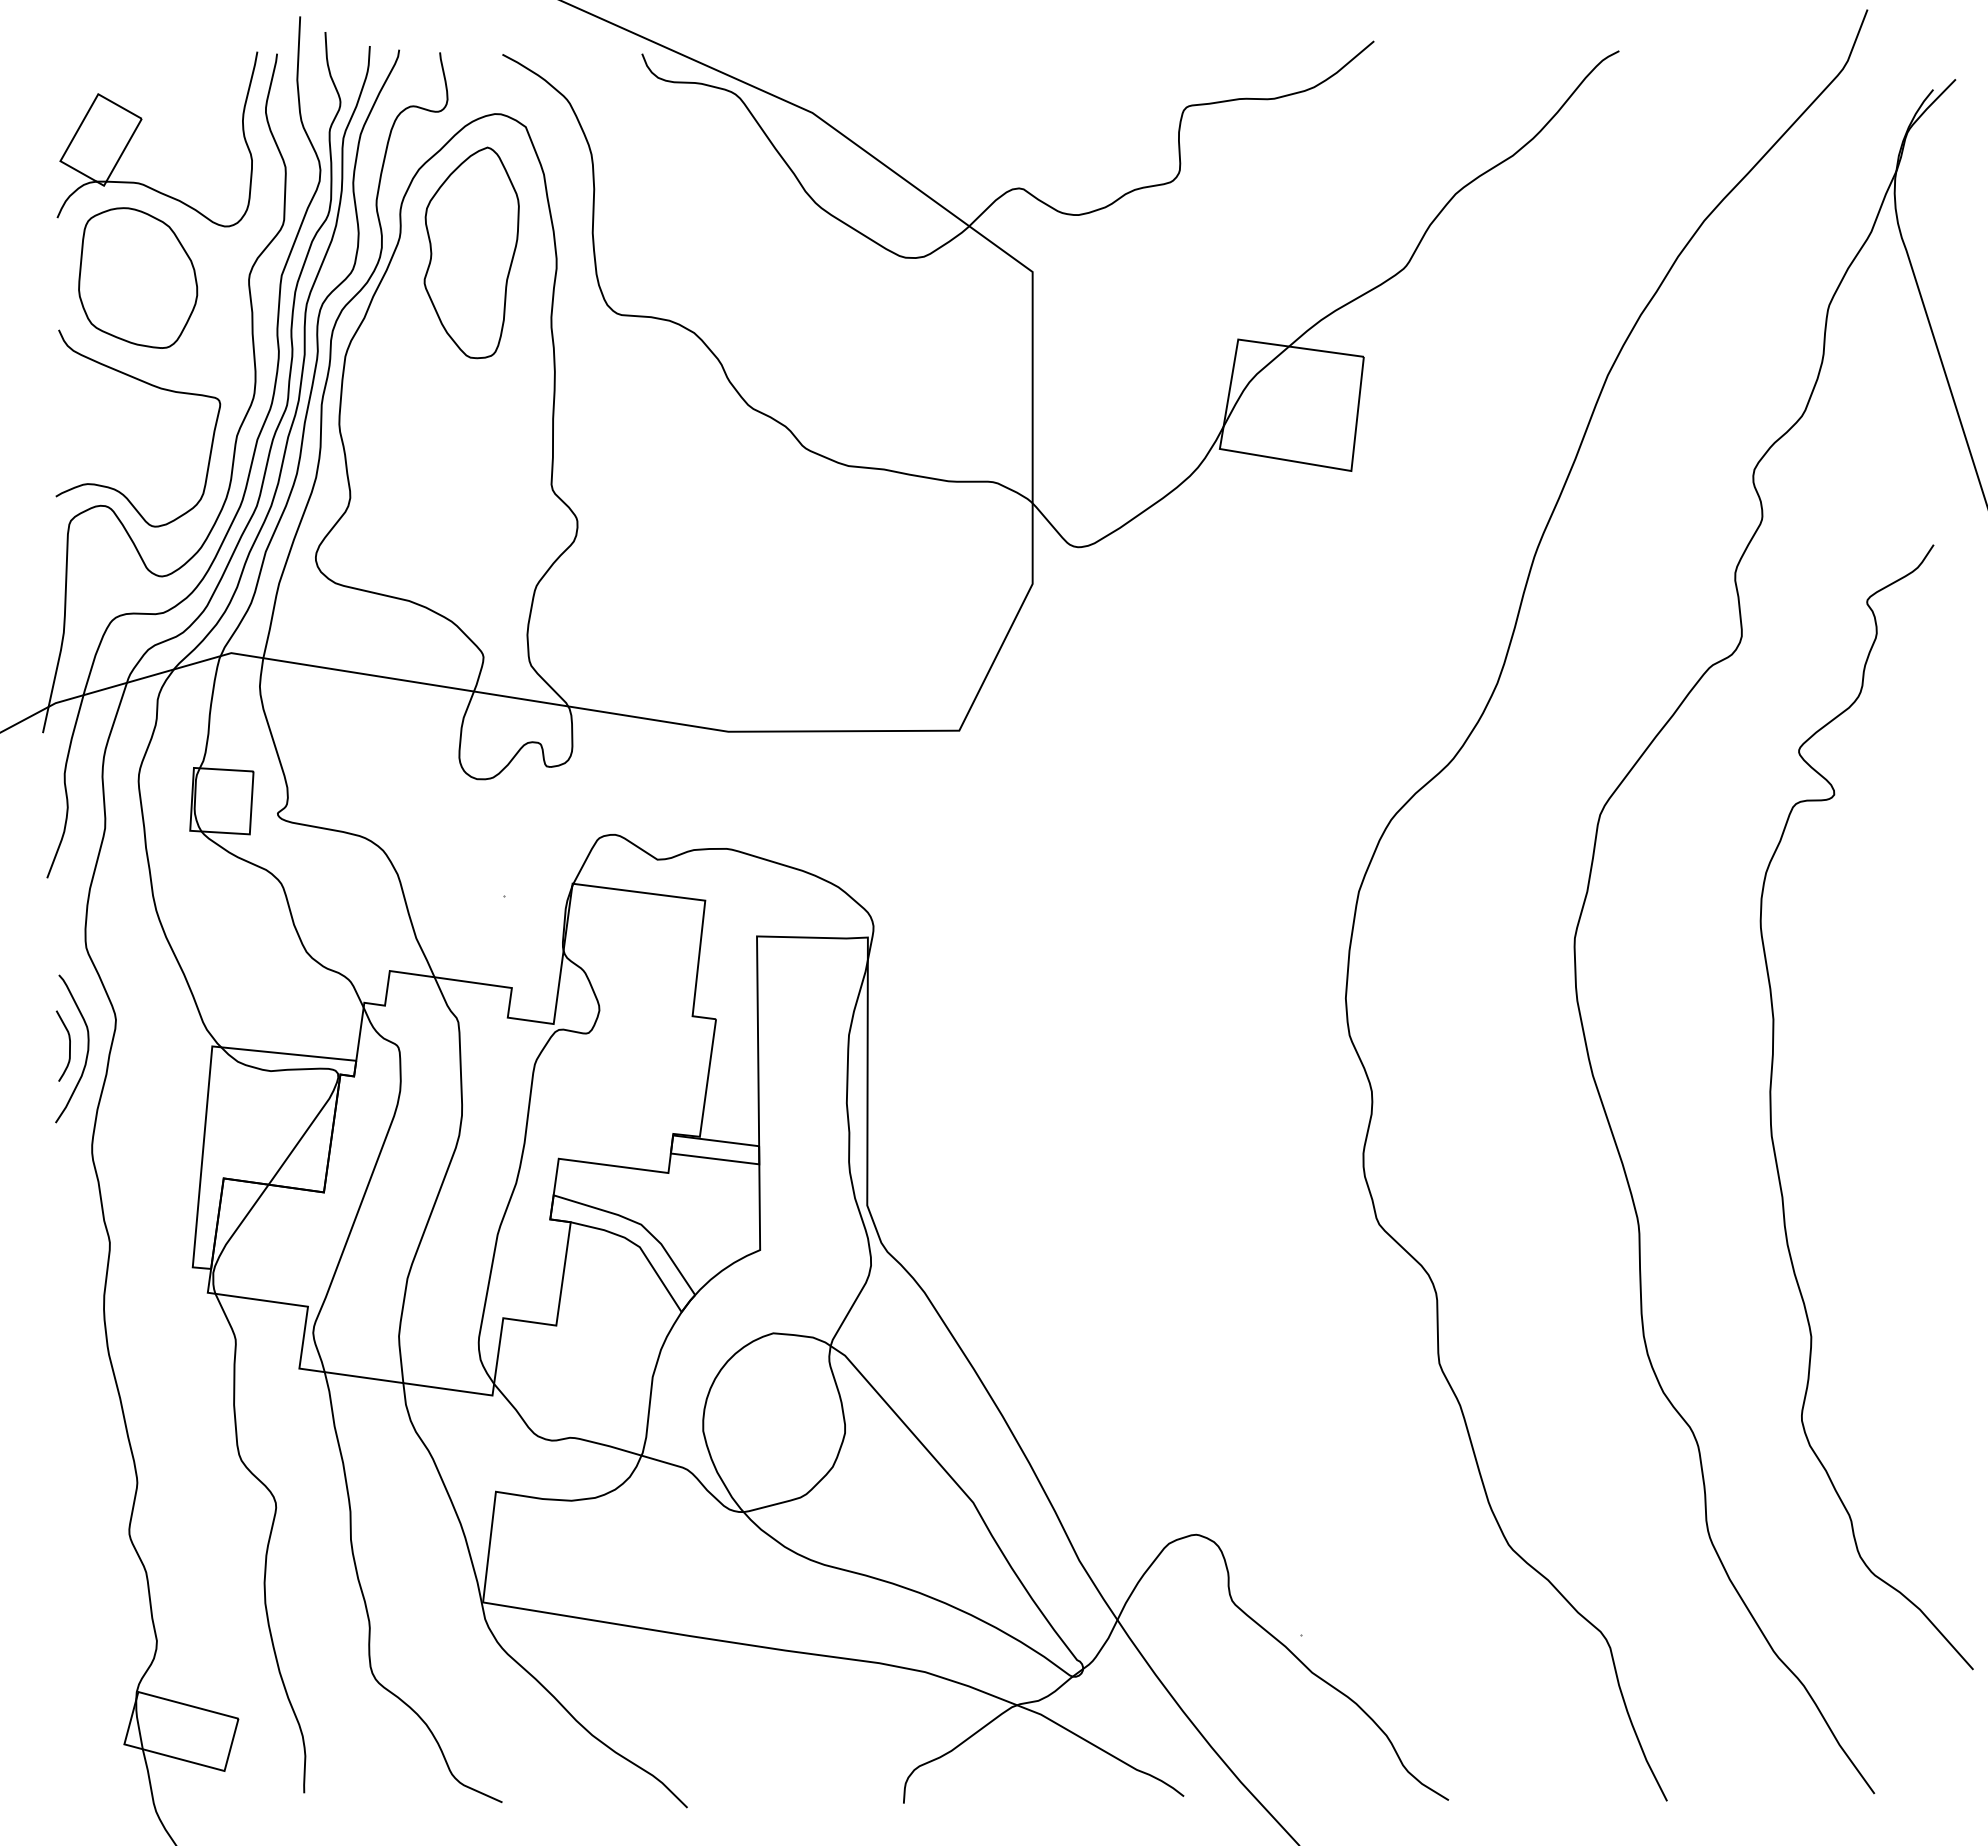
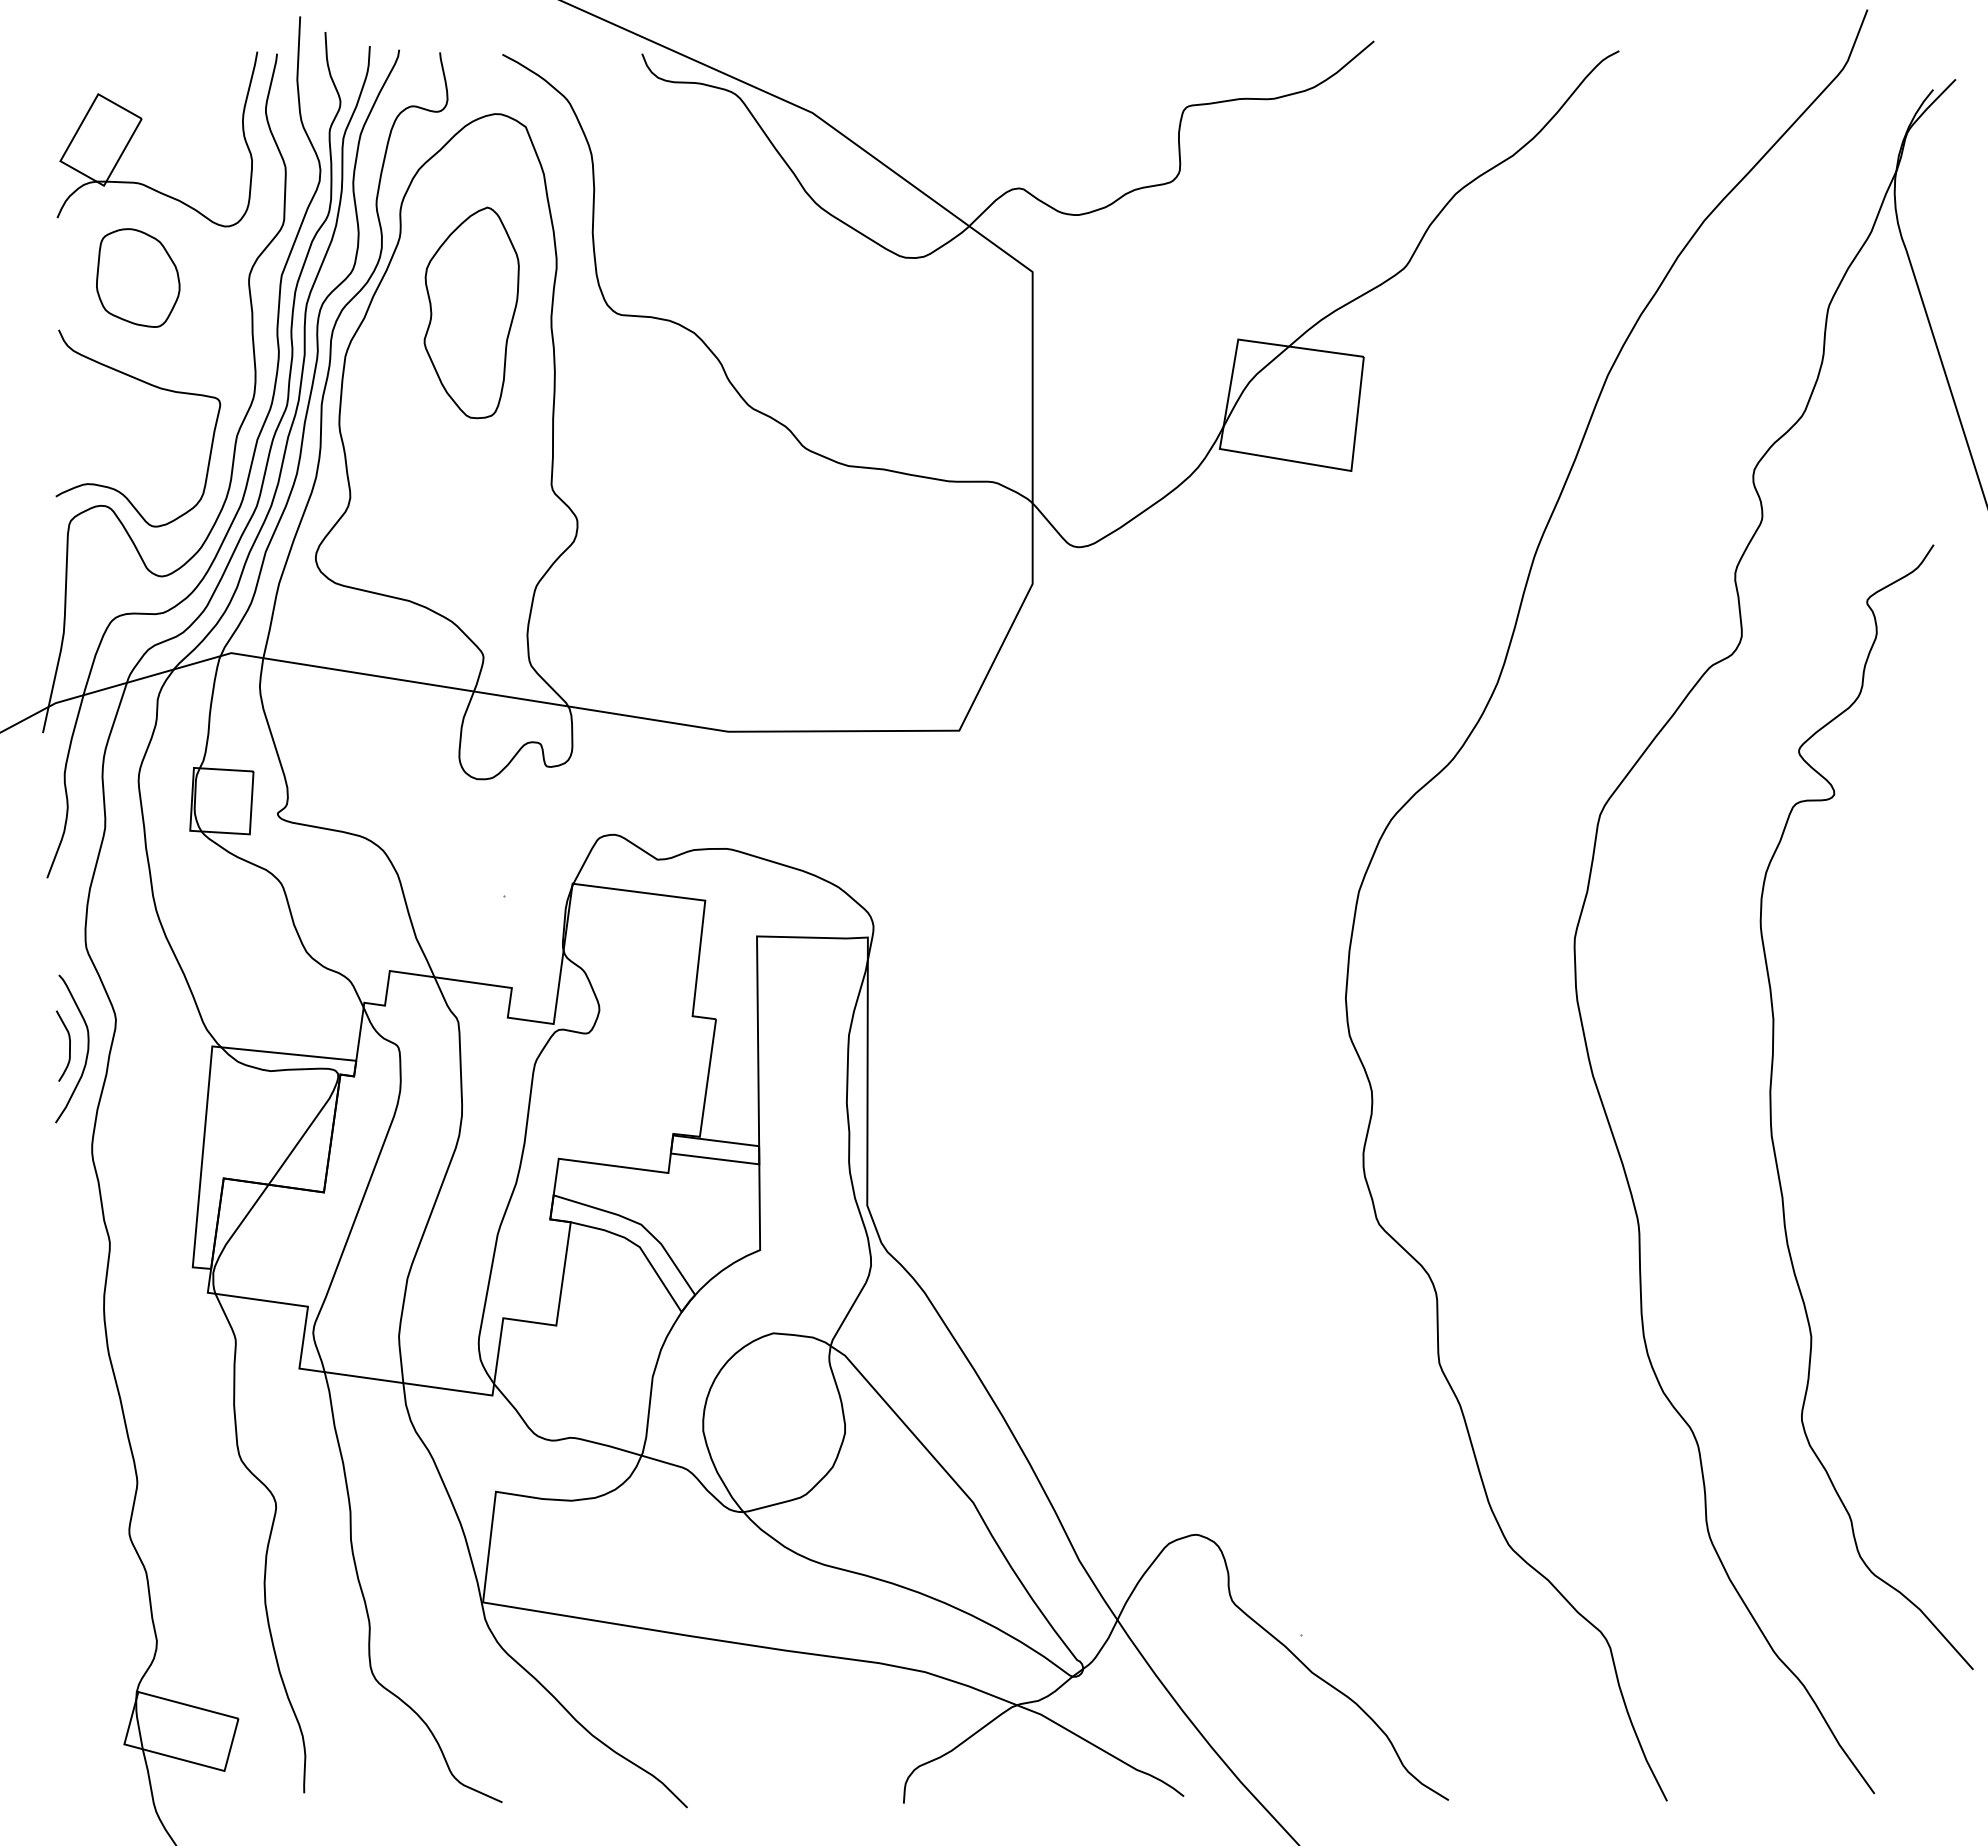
part at (471, 252) position: (471, 252) -> (471, 312)
part at (138, 277) size: 121x142 px -> 85x100 px
